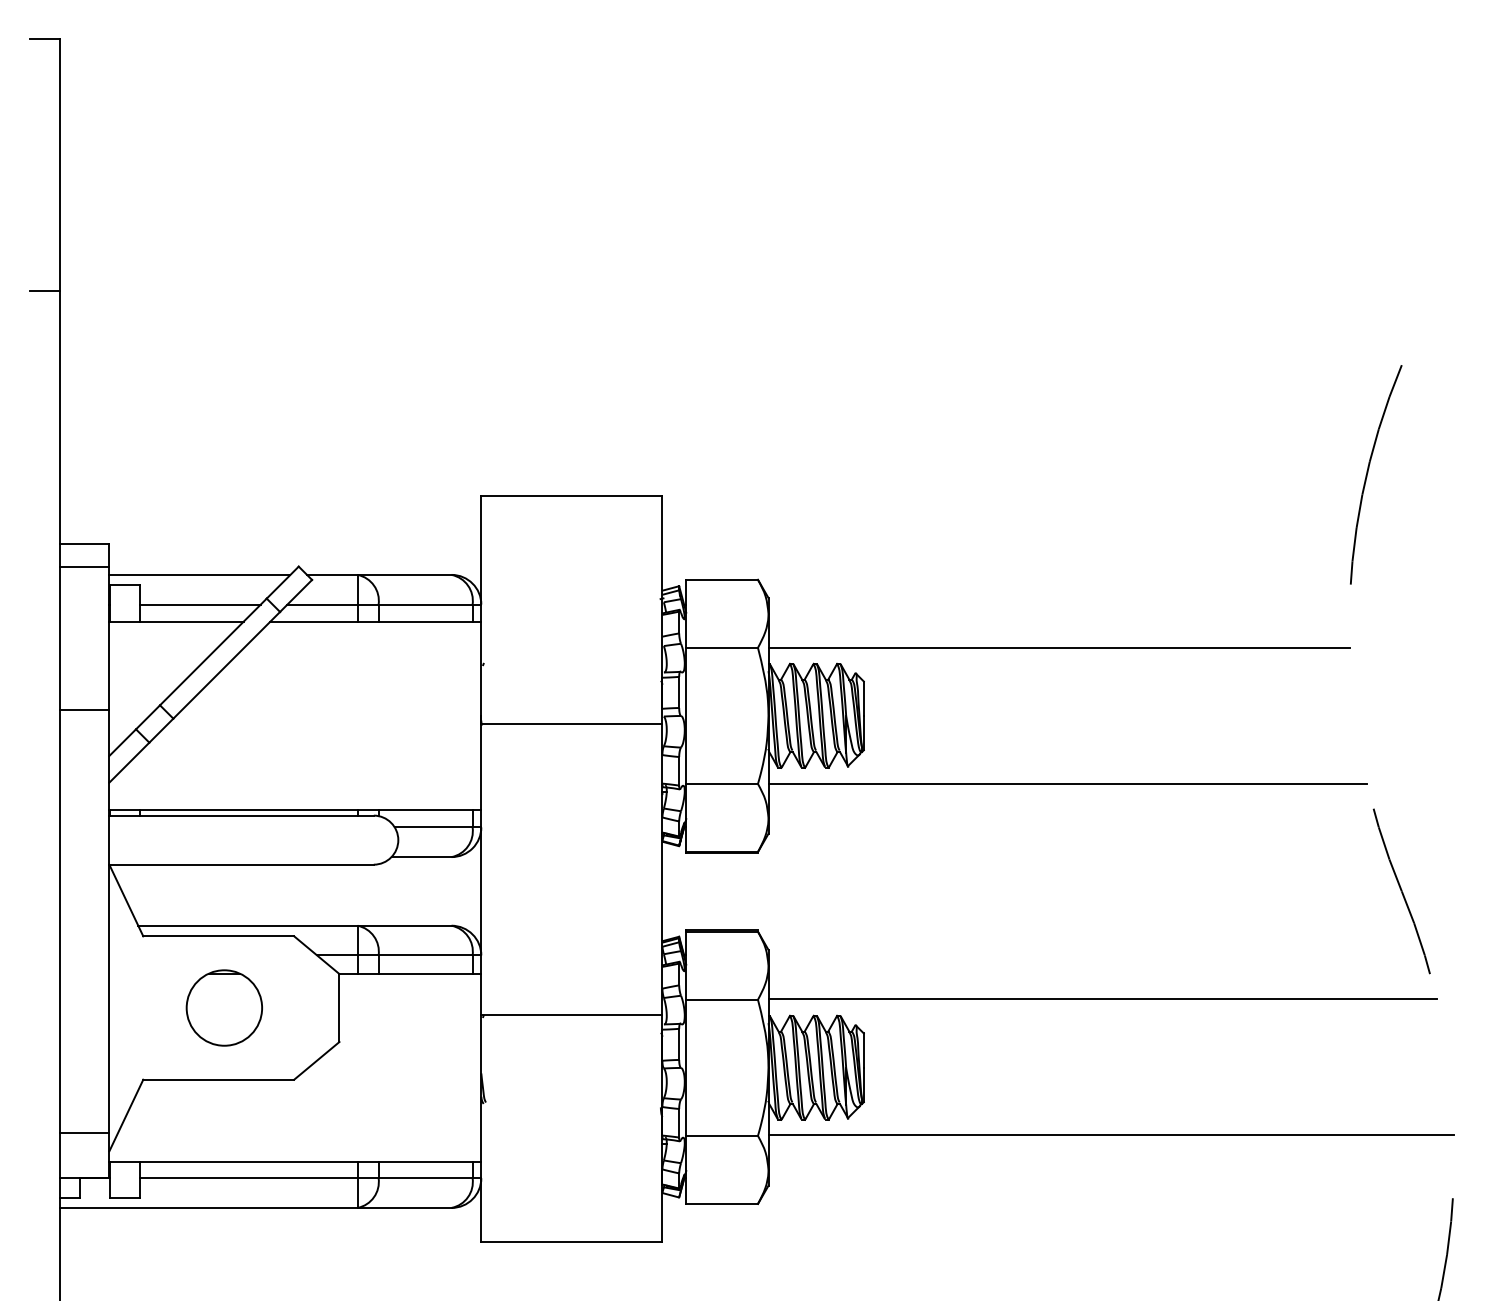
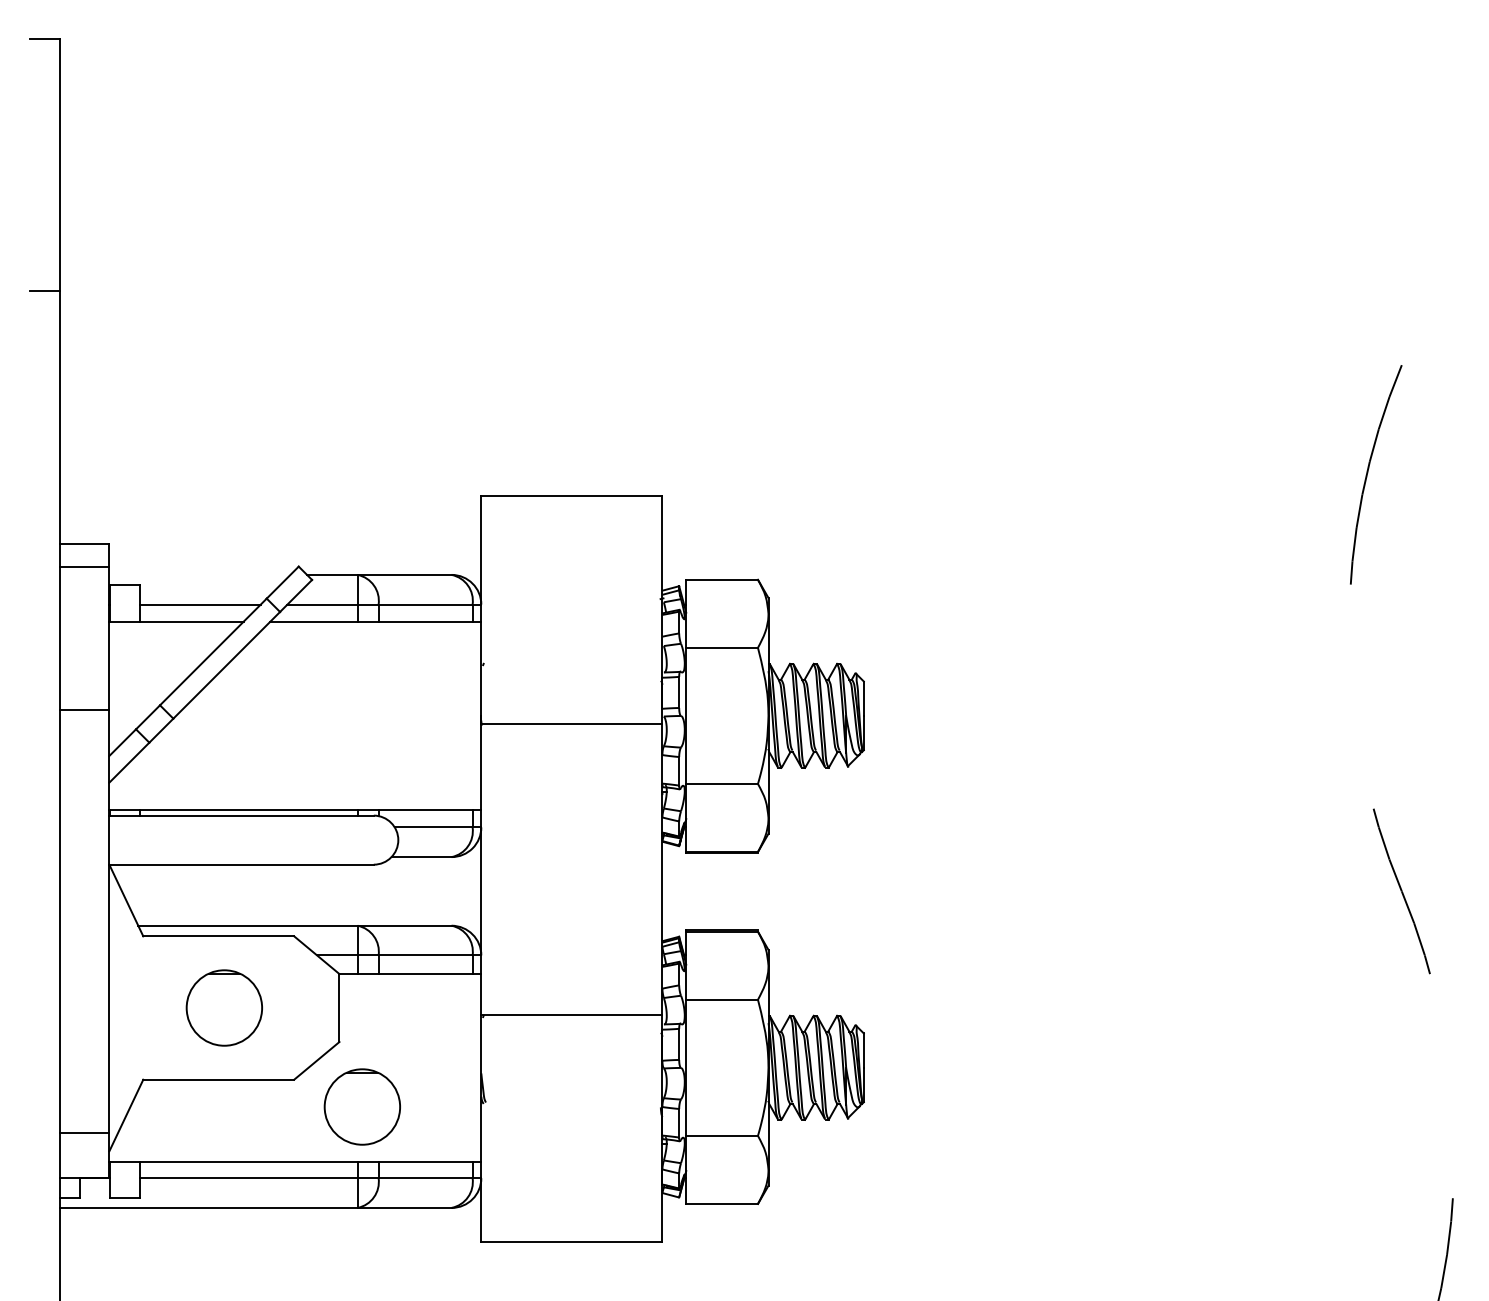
line at (199, 574): present -> none
line at (1058, 648): present -> none
line at (1067, 783): present -> none
line at (1102, 998): present -> none
part at (361, 1106): none -> present
line at (1111, 1134): present -> none
